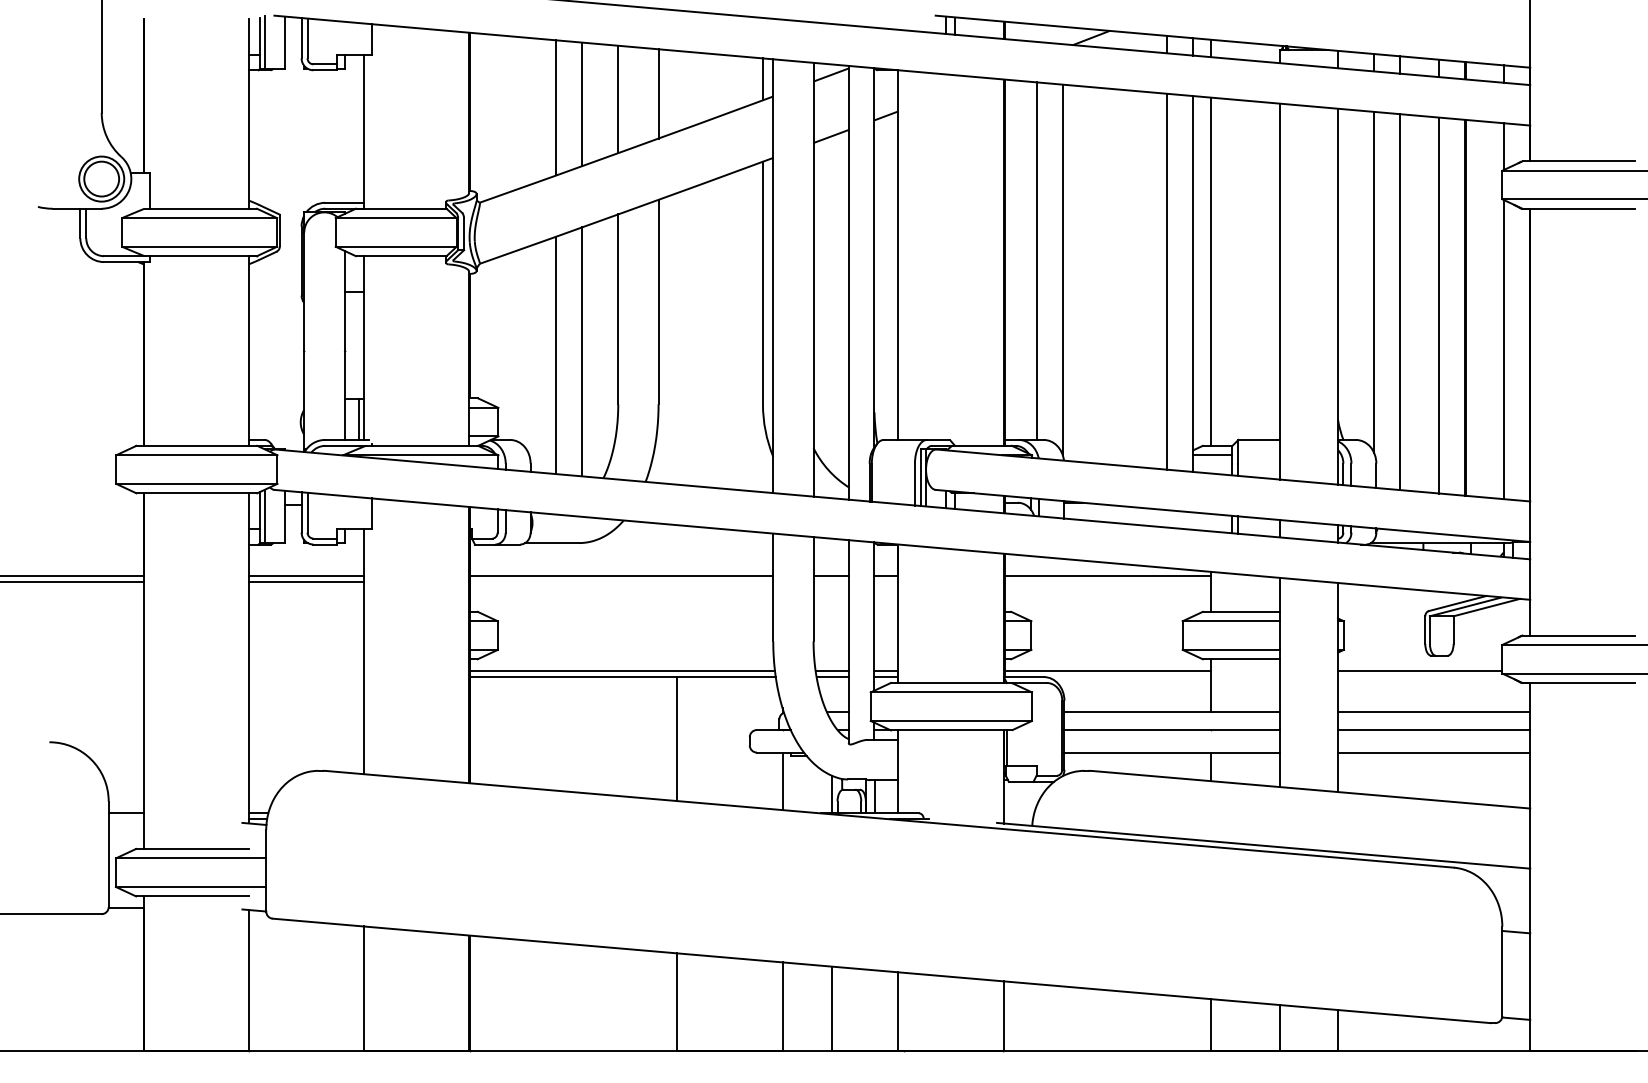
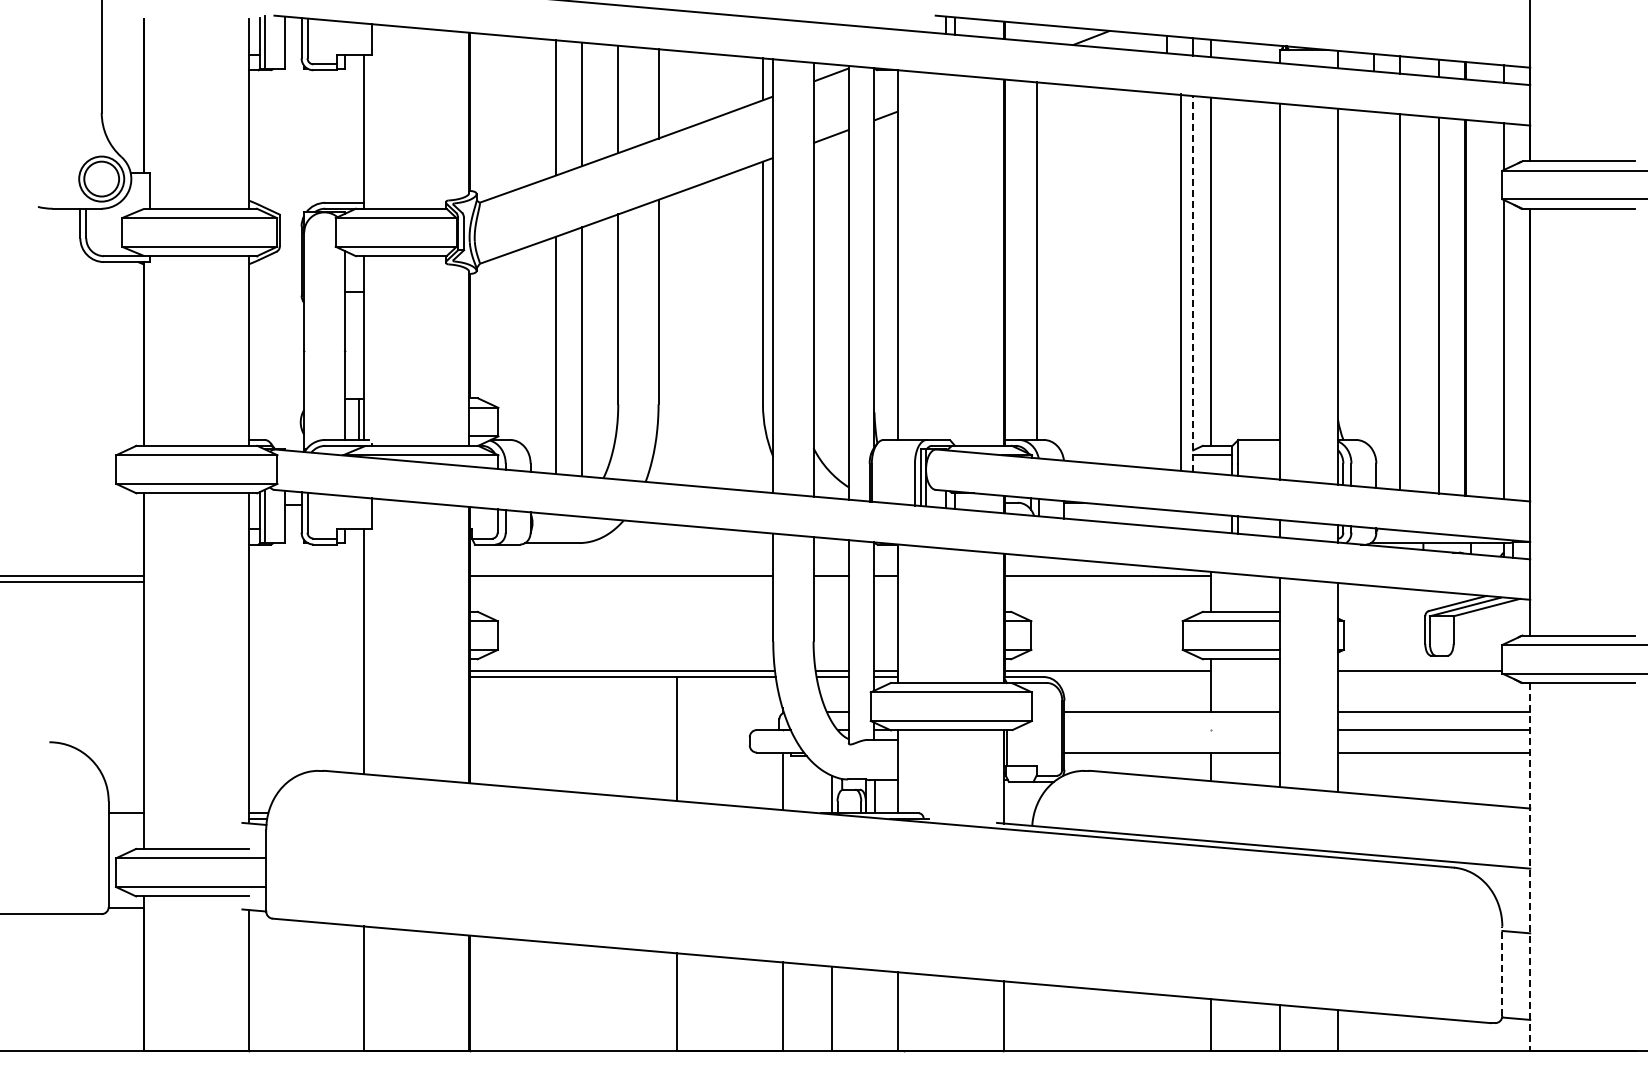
line at (1062, 269): present -> none
line at (1167, 281) position: (1167, 281) -> (1181, 281)
line at (1374, 281): present -> none
line at (1193, 284): solid -> dashed
line at (306, 576): present -> none
line at (306, 582): present -> none
line at (1172, 730): present -> none
line at (1530, 866): solid -> dashed
line at (1502, 971): solid -> dashed
